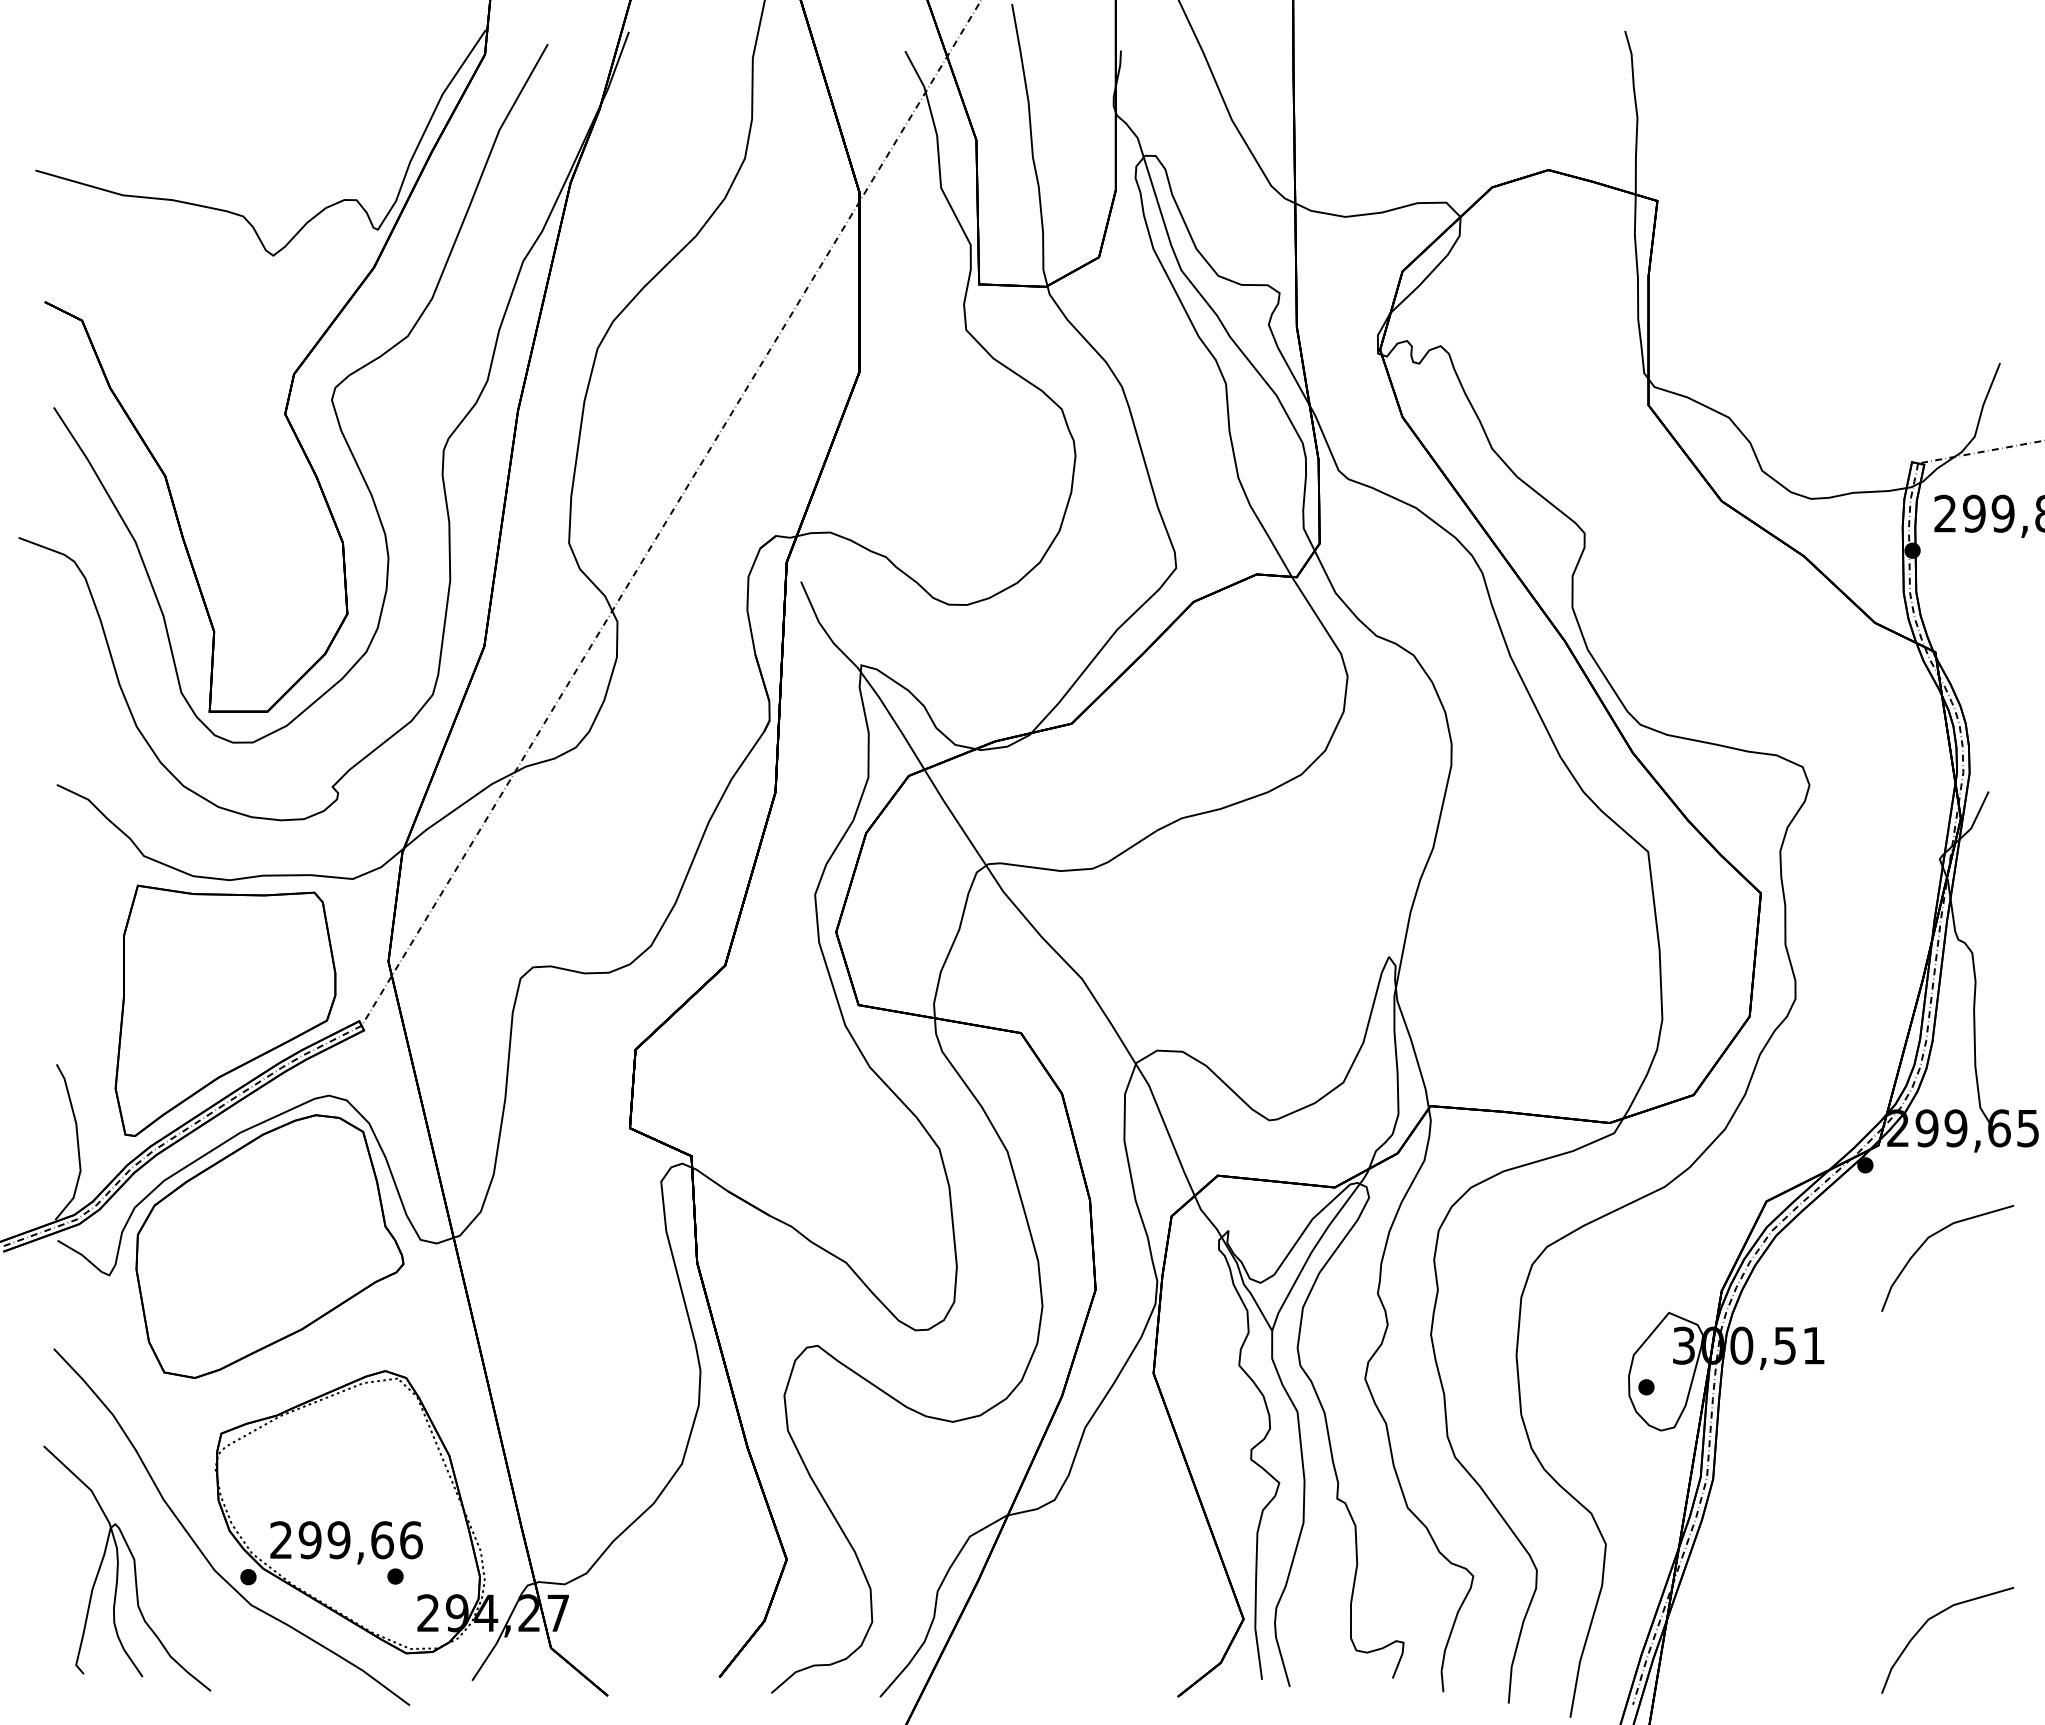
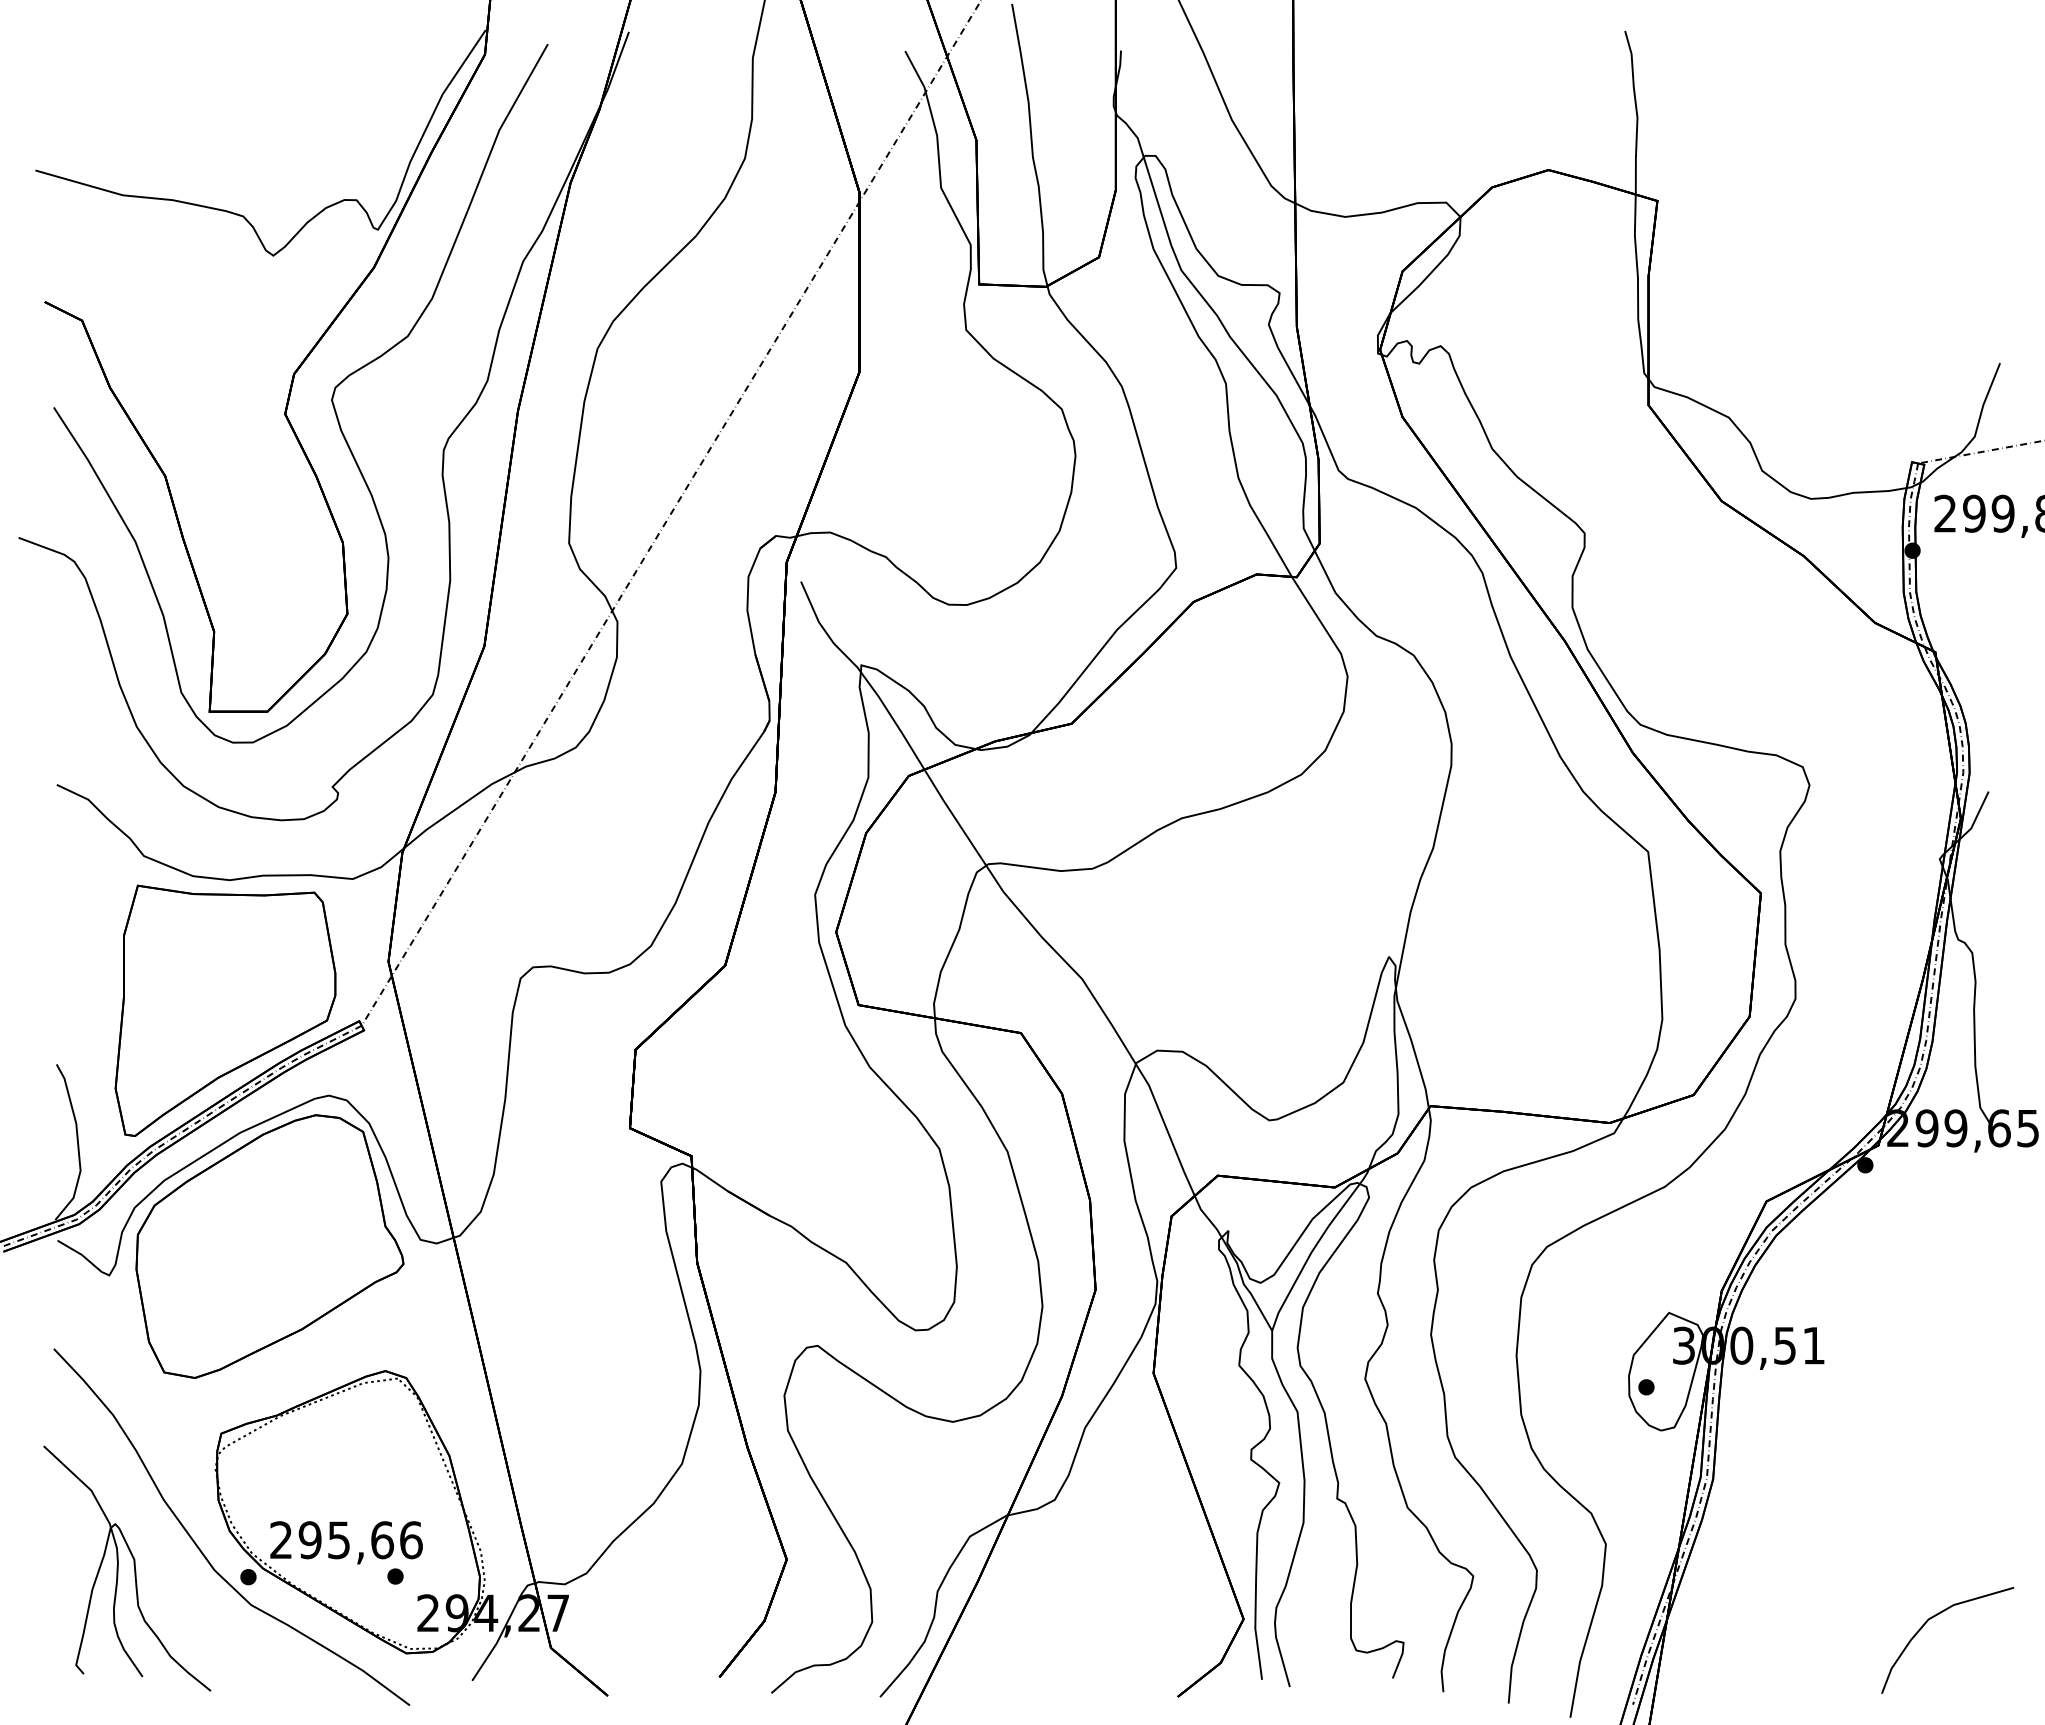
curve at (1934, 1235): present -> none
text at (338, 1540): 299,66 -> 295,66
